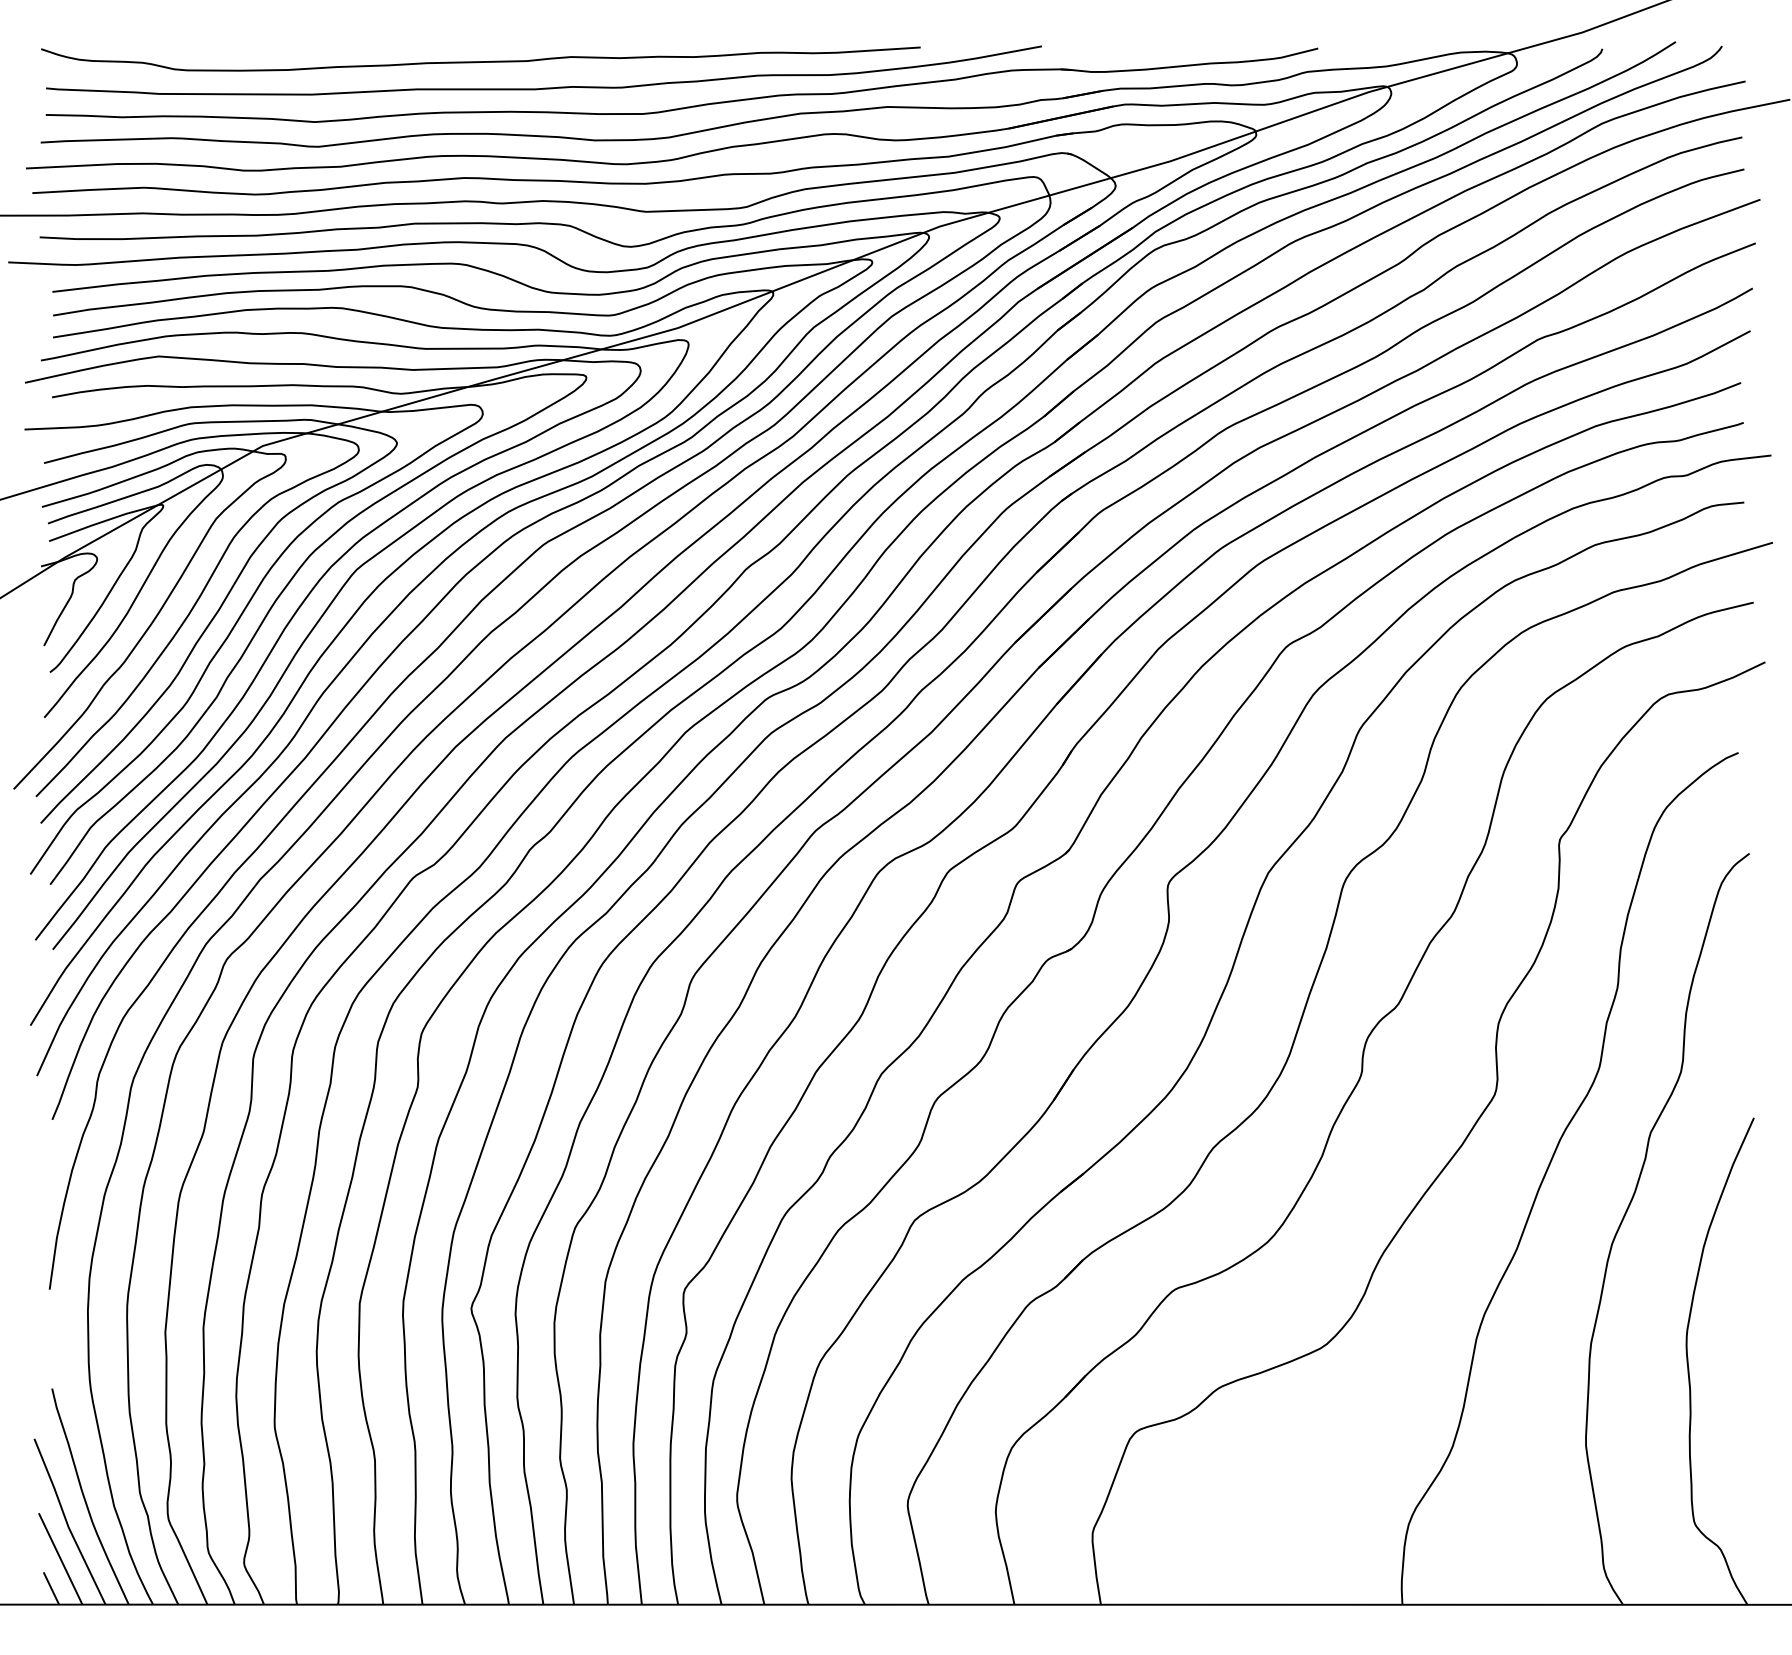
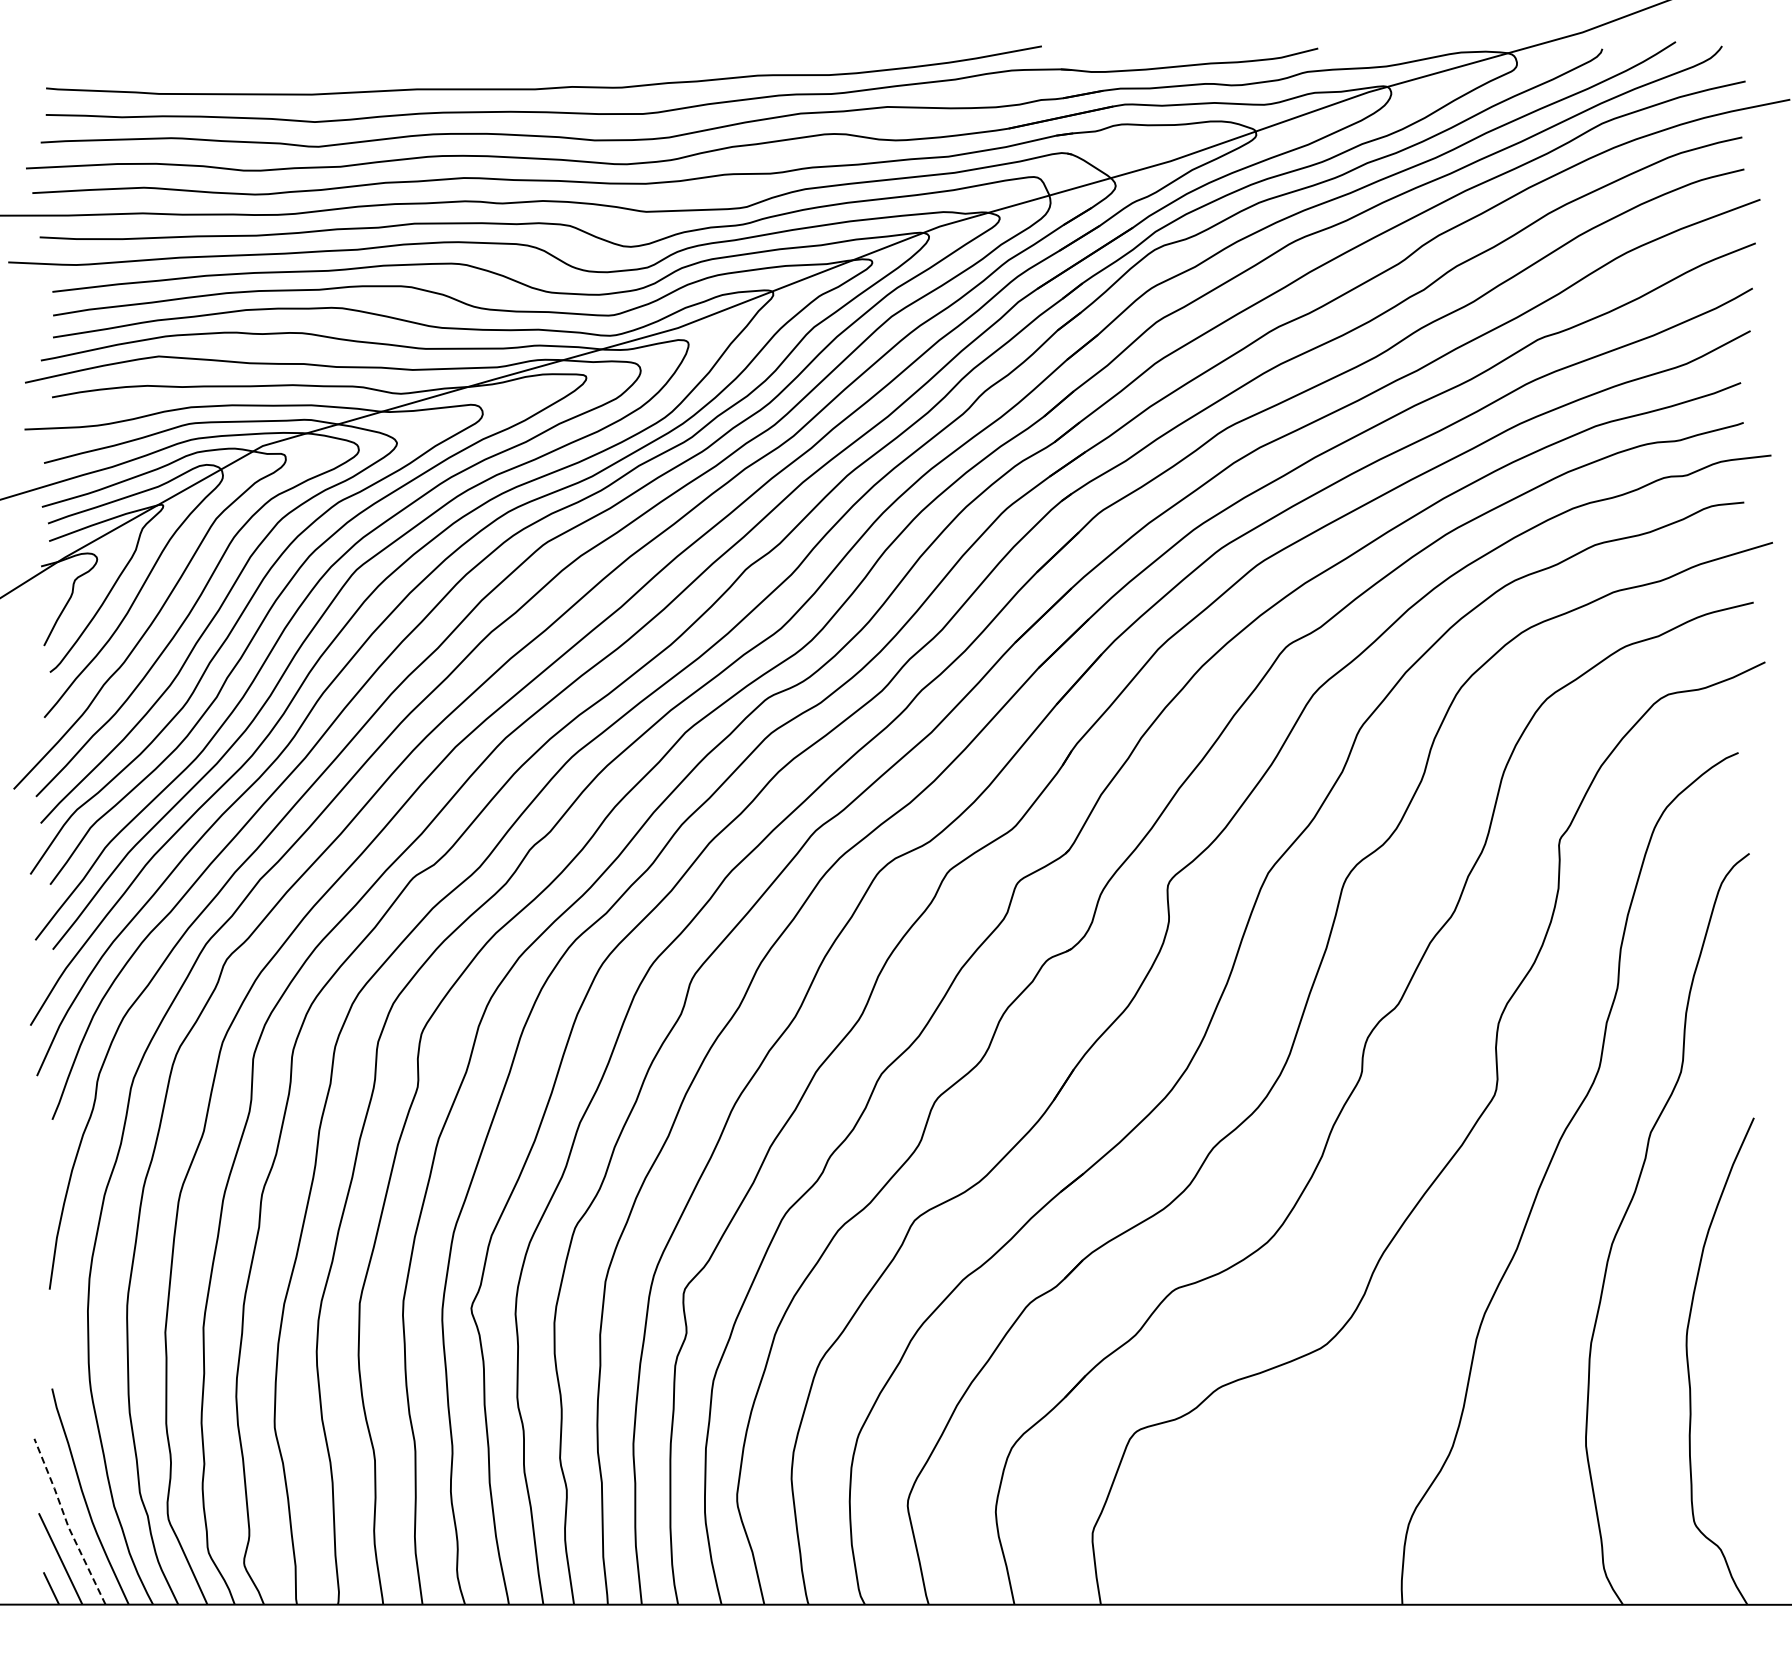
curve at (480, 61): present -> none
line at (67, 1522): solid -> dashed
